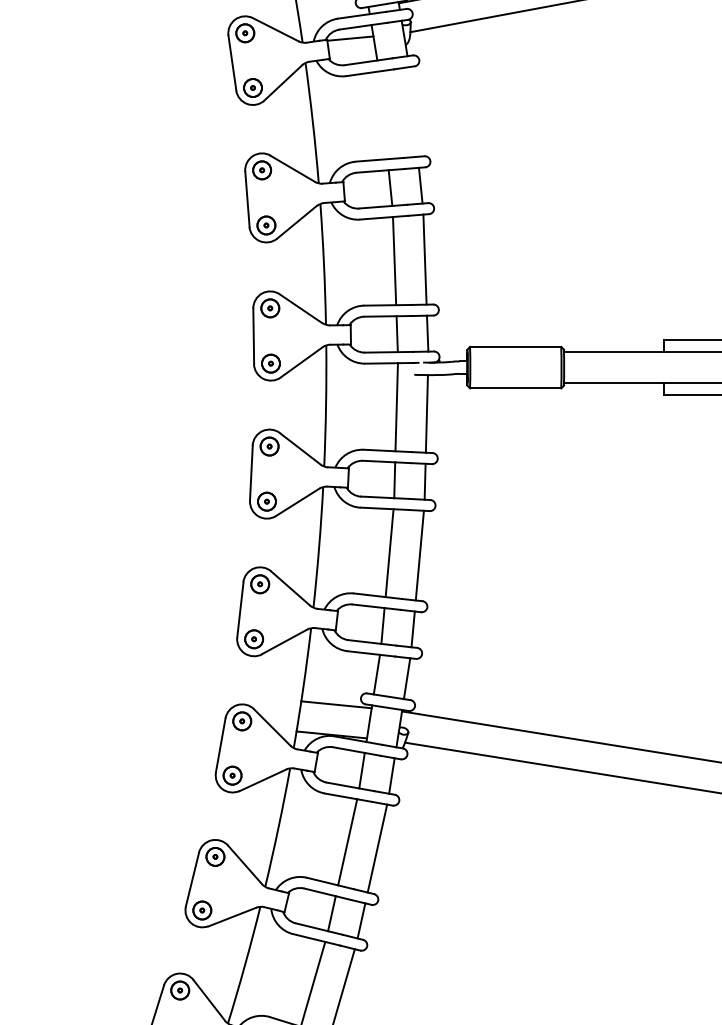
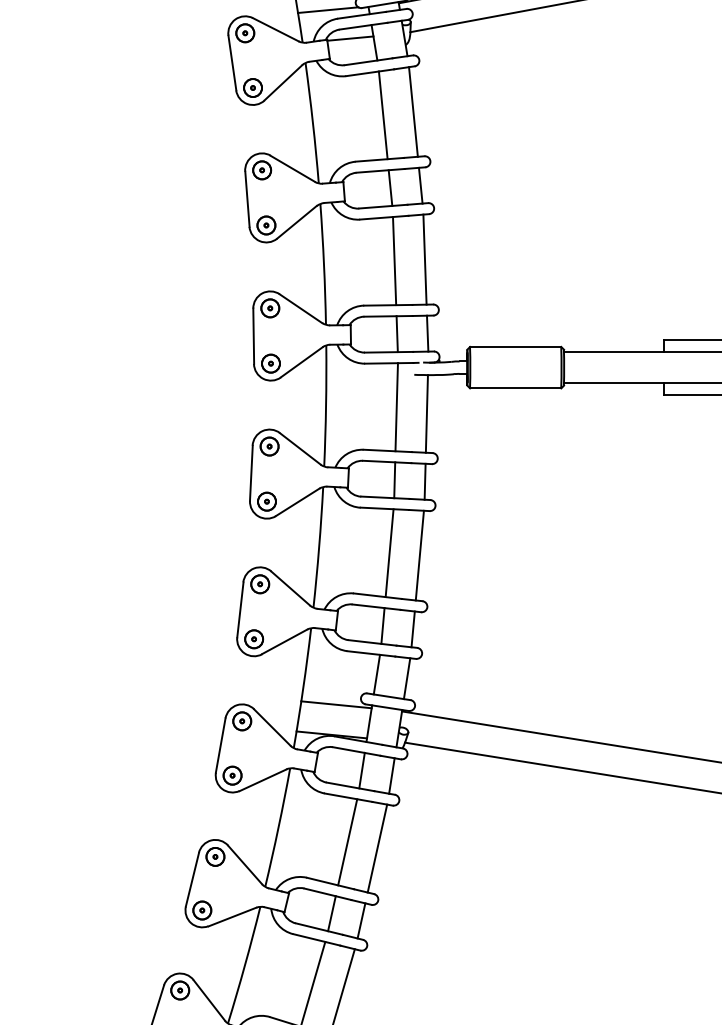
line at (327, 10): none -> present
line at (413, 111): none -> present
line at (382, 115): none -> present
